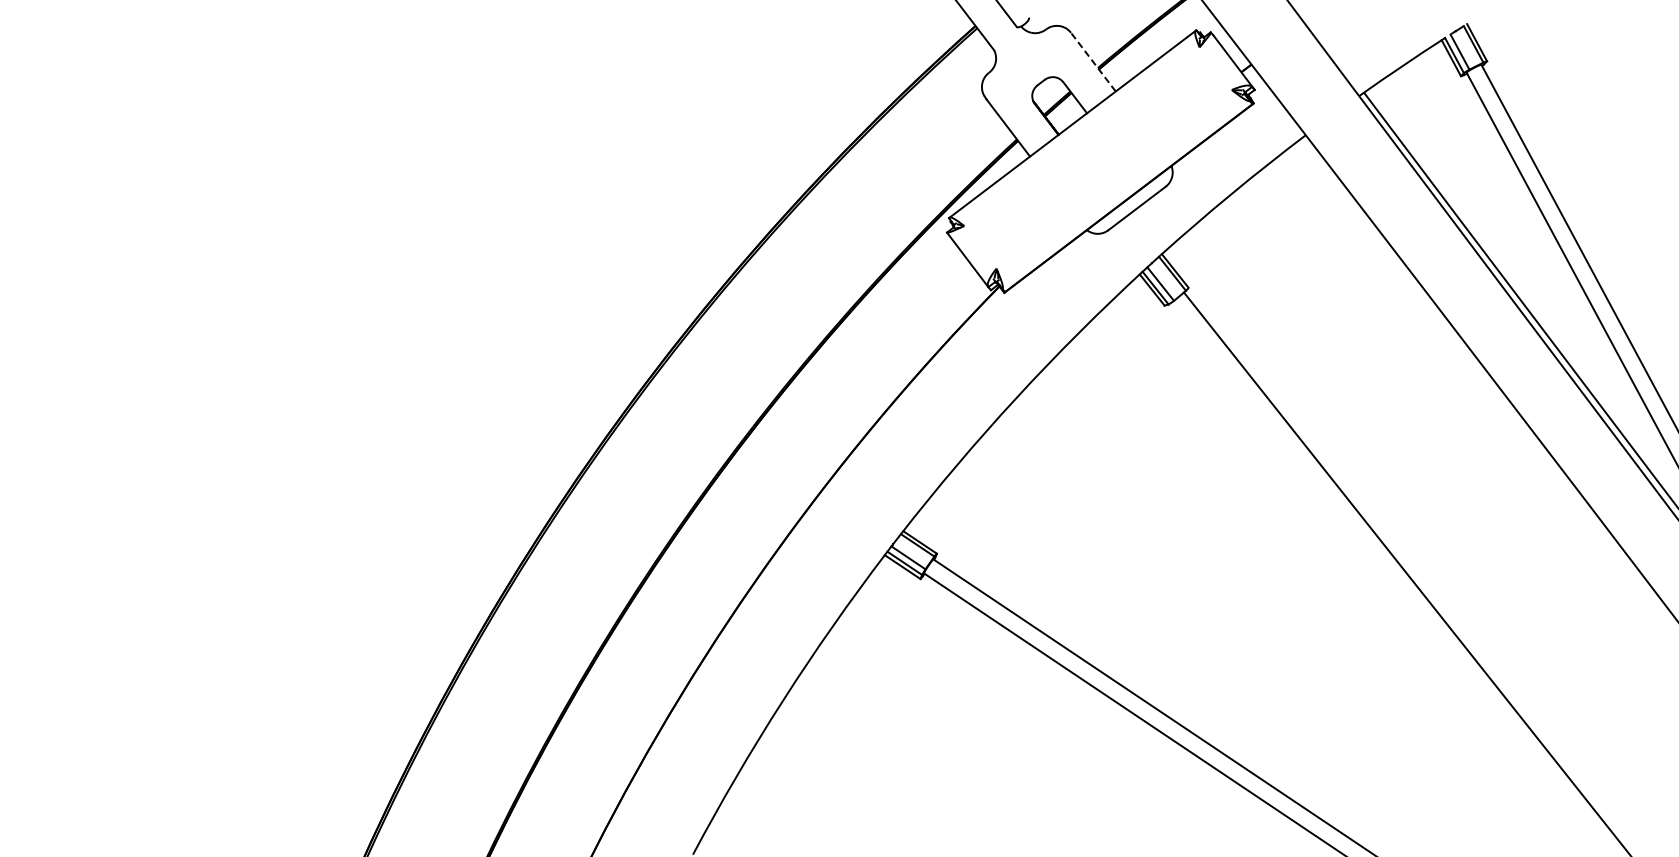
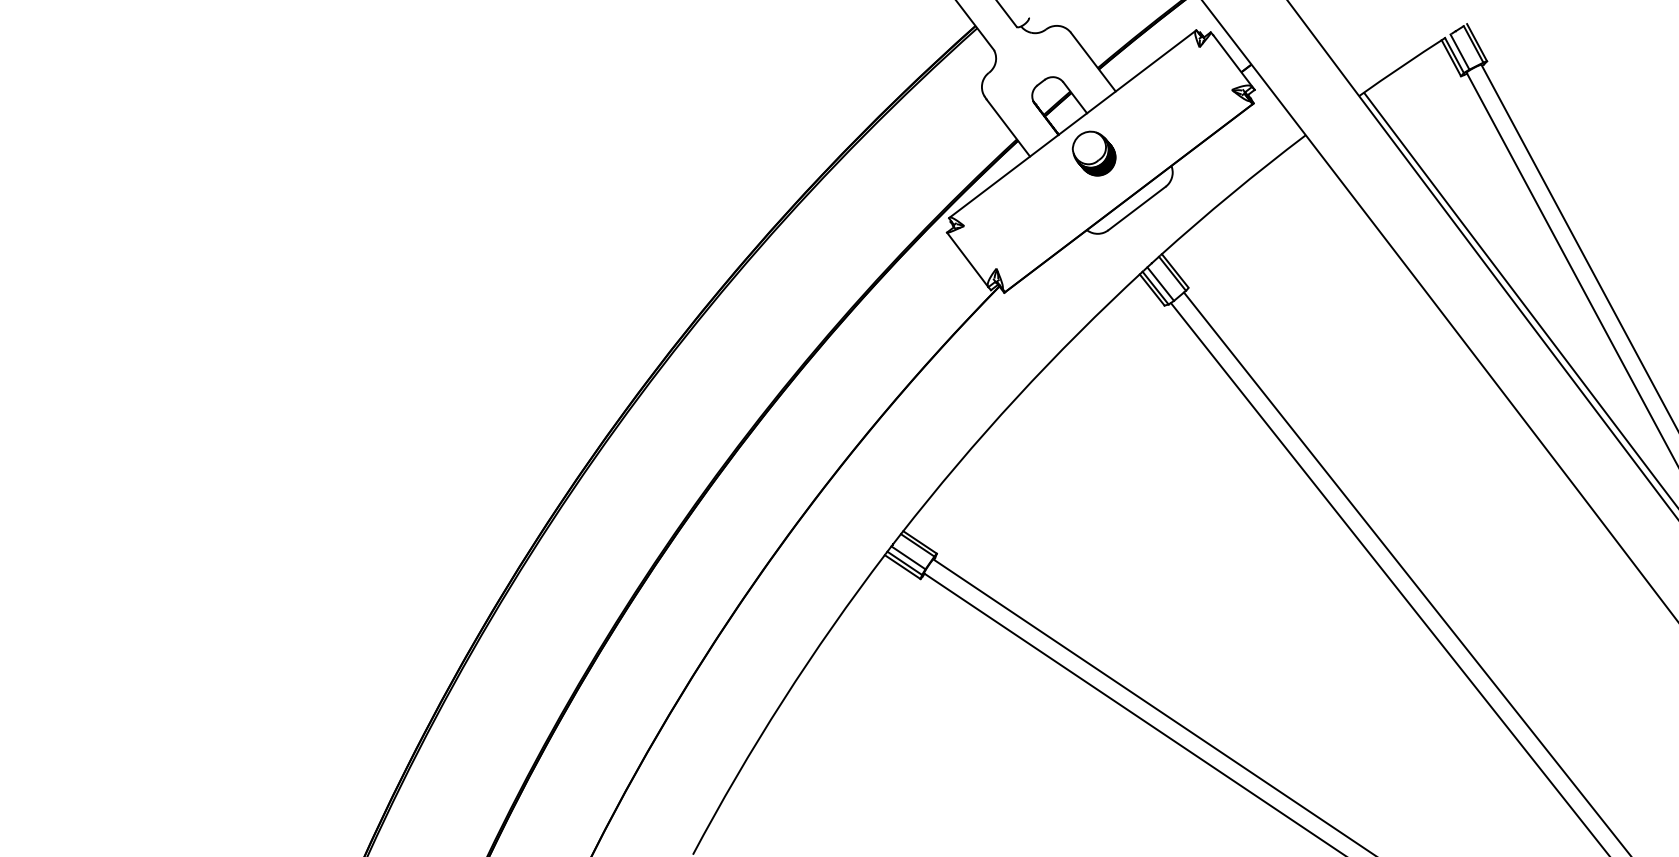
line at (1093, 62): dashed -> solid
part at (1093, 153): none -> present
line at (1388, 578): none -> present
